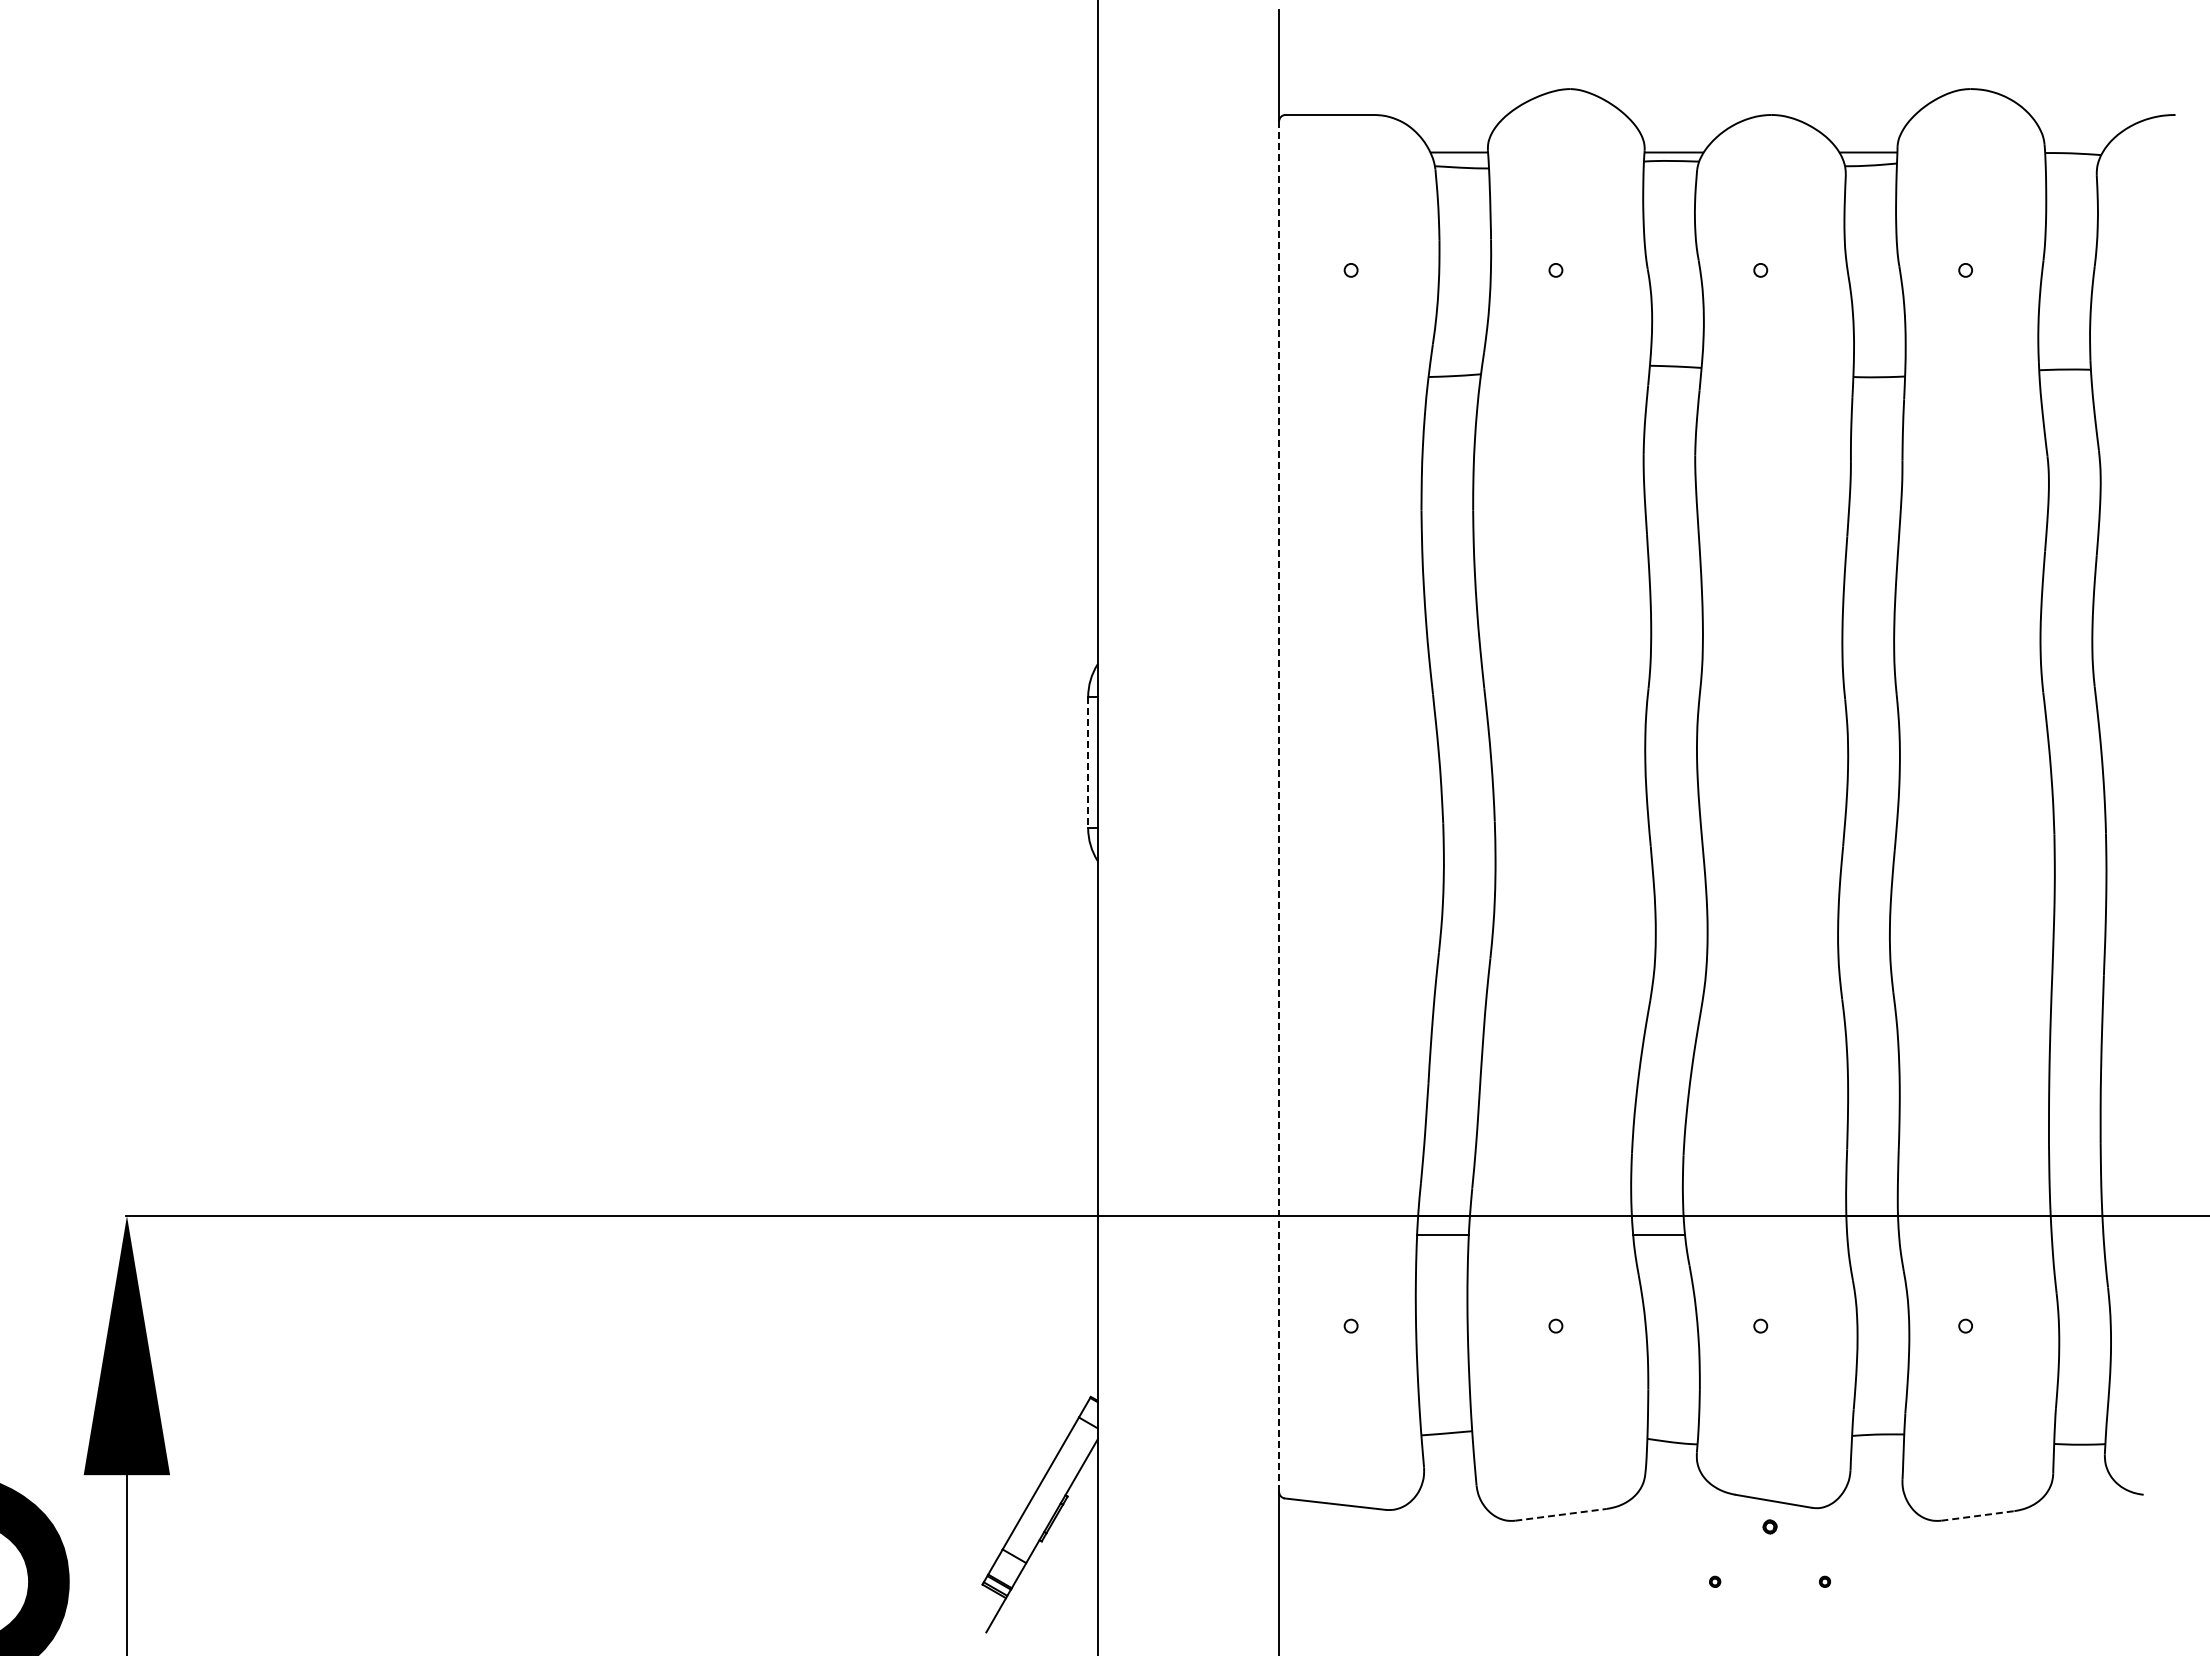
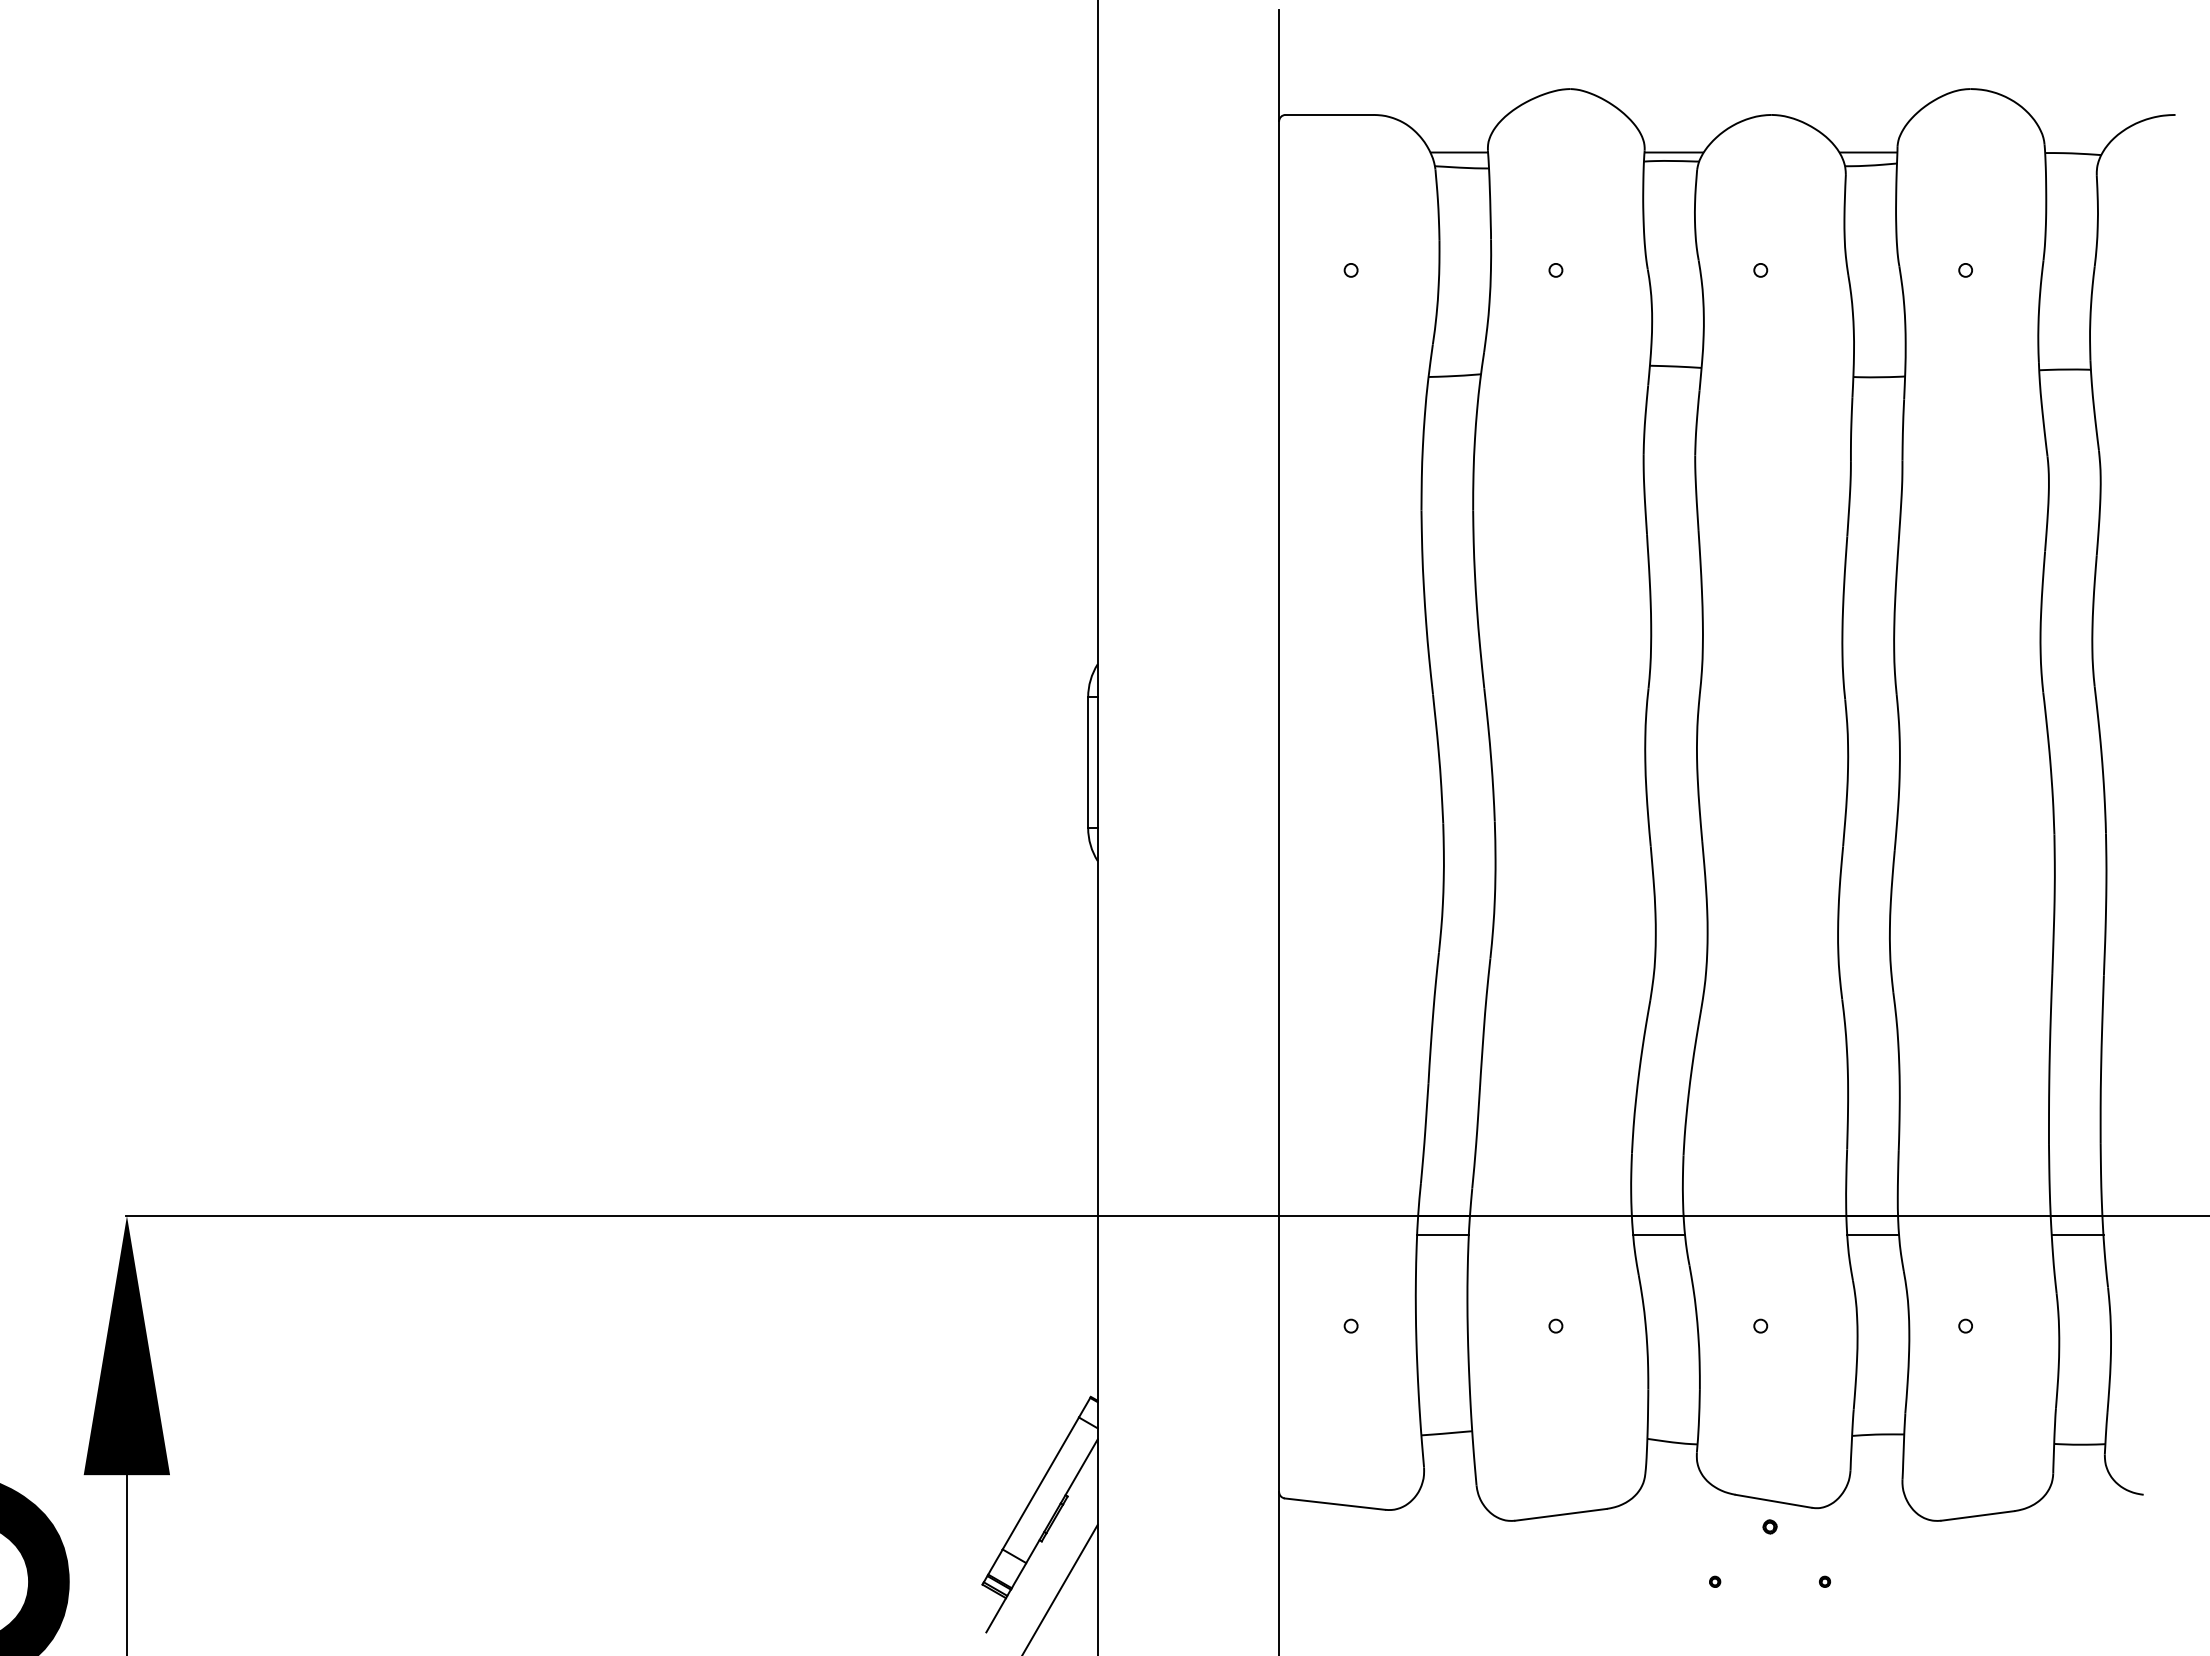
line at (1088, 763): dashed -> solid
line at (1279, 807): dashed -> solid
line at (1873, 1235): none -> present
line at (2077, 1235): none -> present
line at (1561, 1514): dashed -> solid
line at (1977, 1515): dashed -> solid
line at (1060, 1588): none -> present
